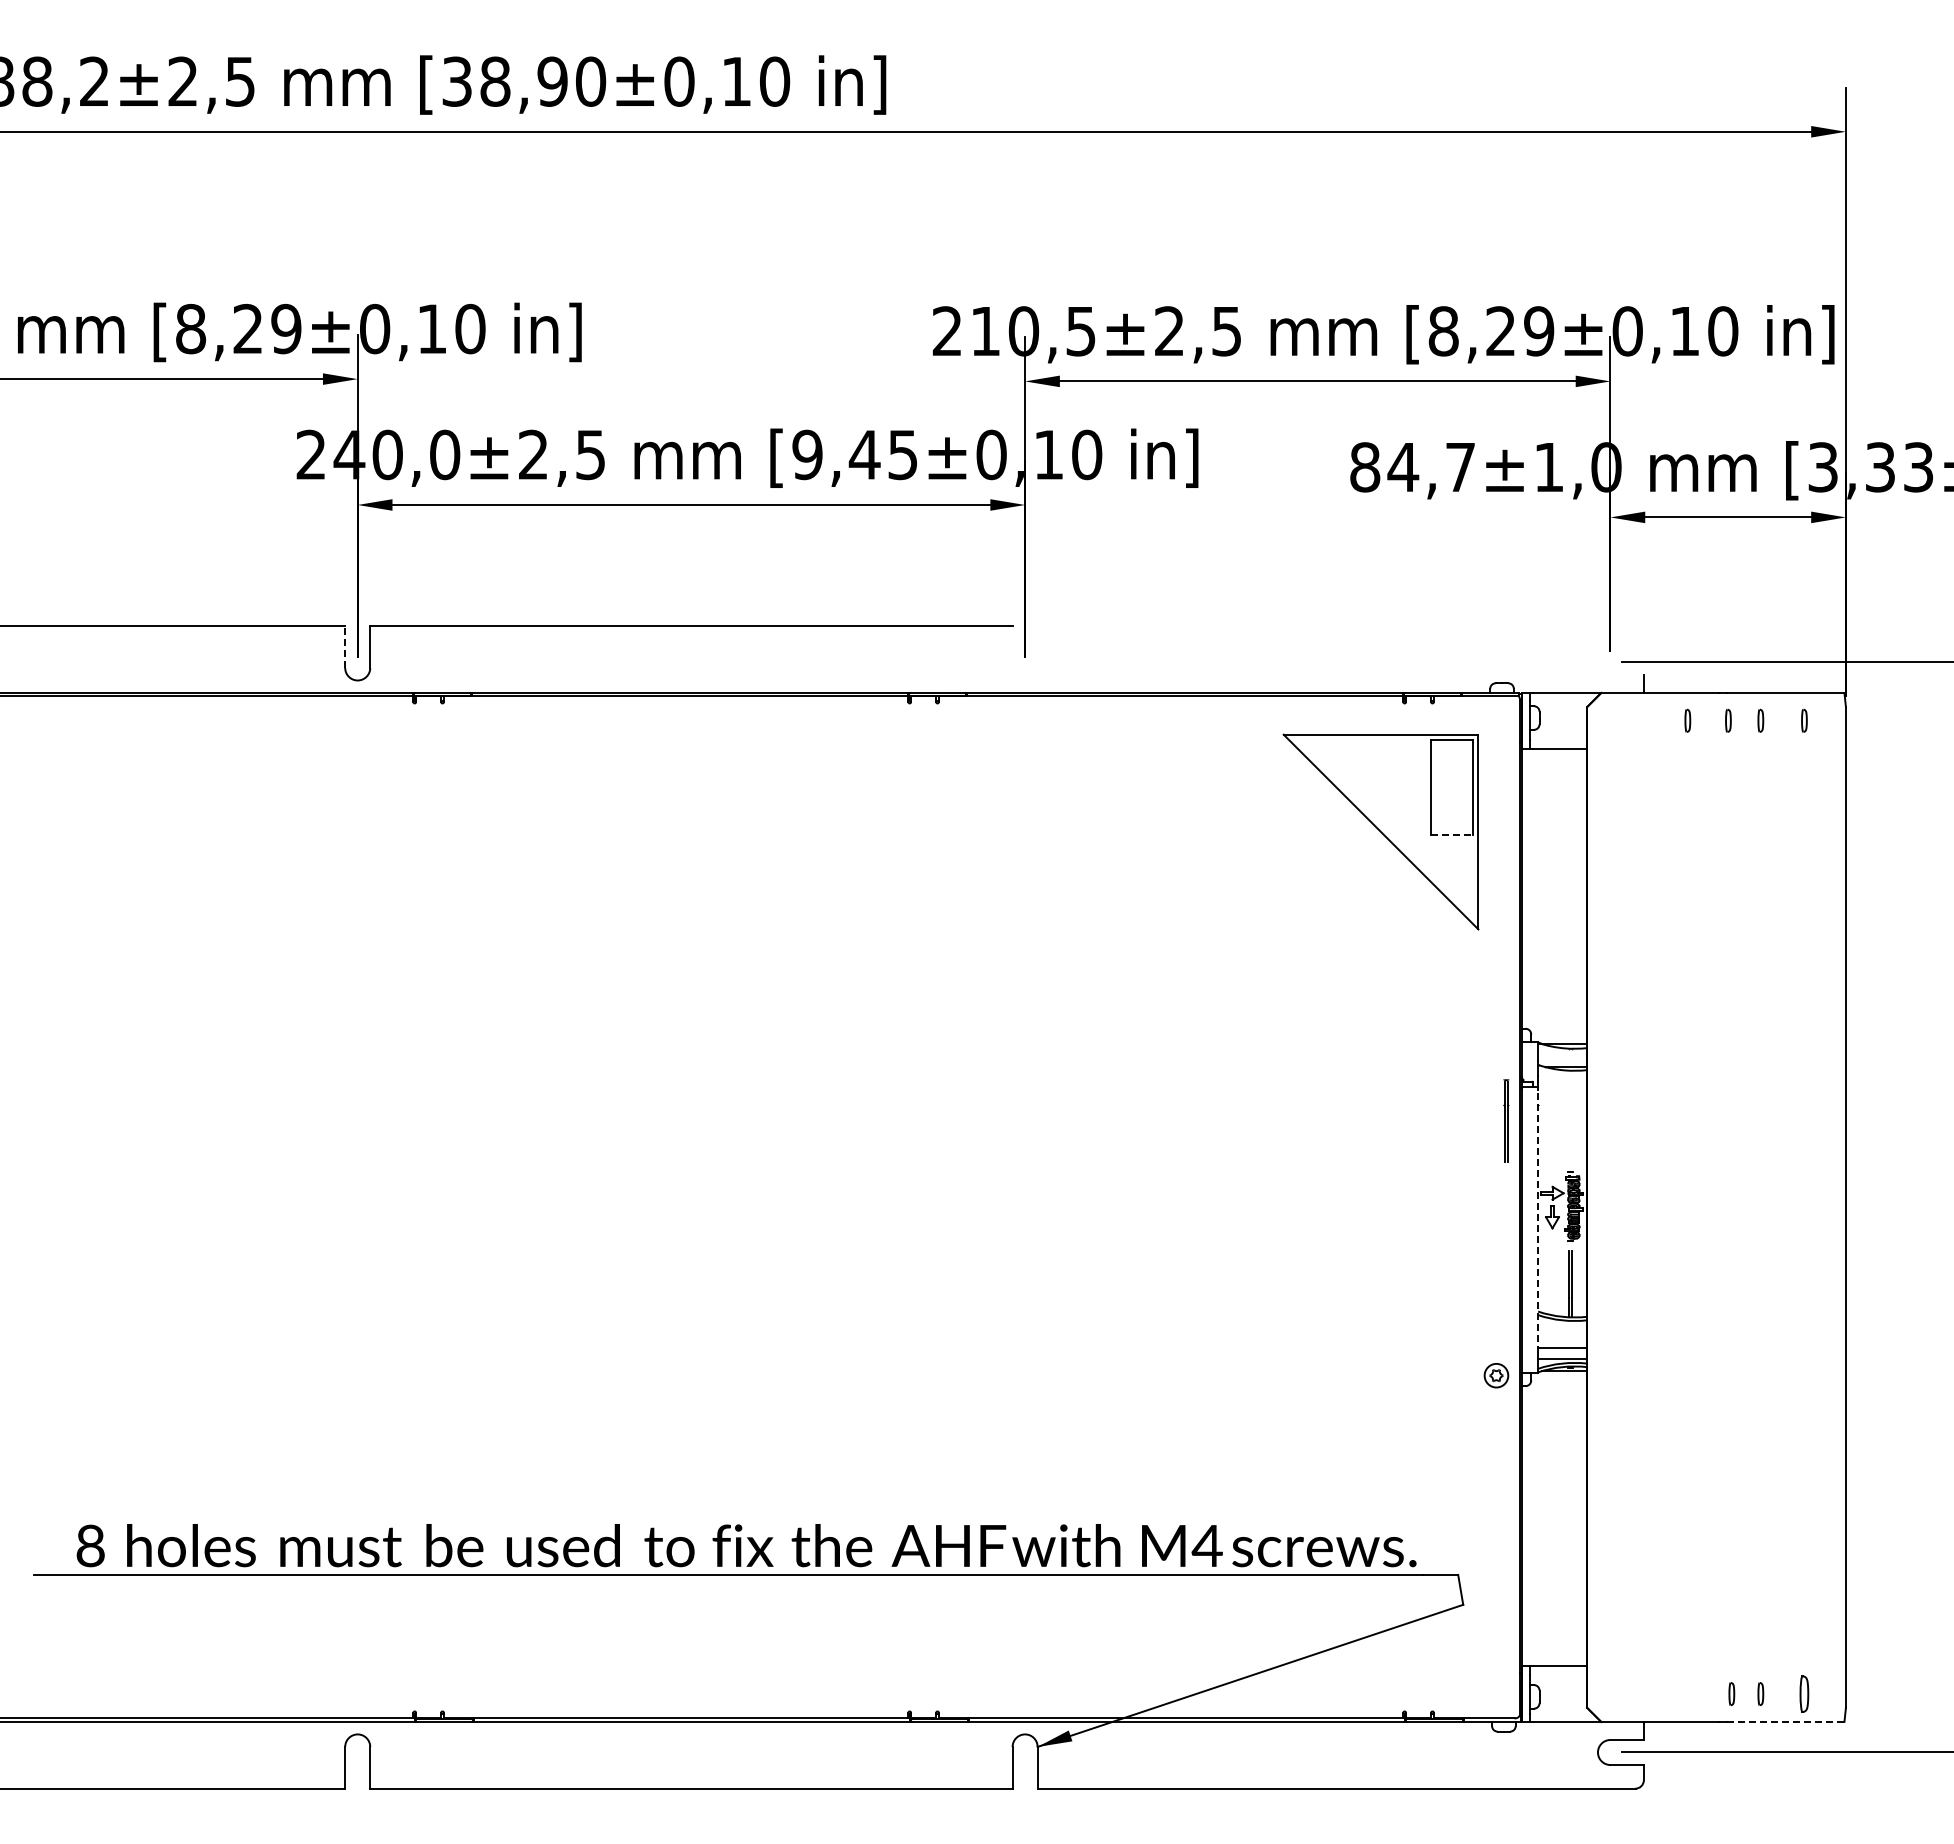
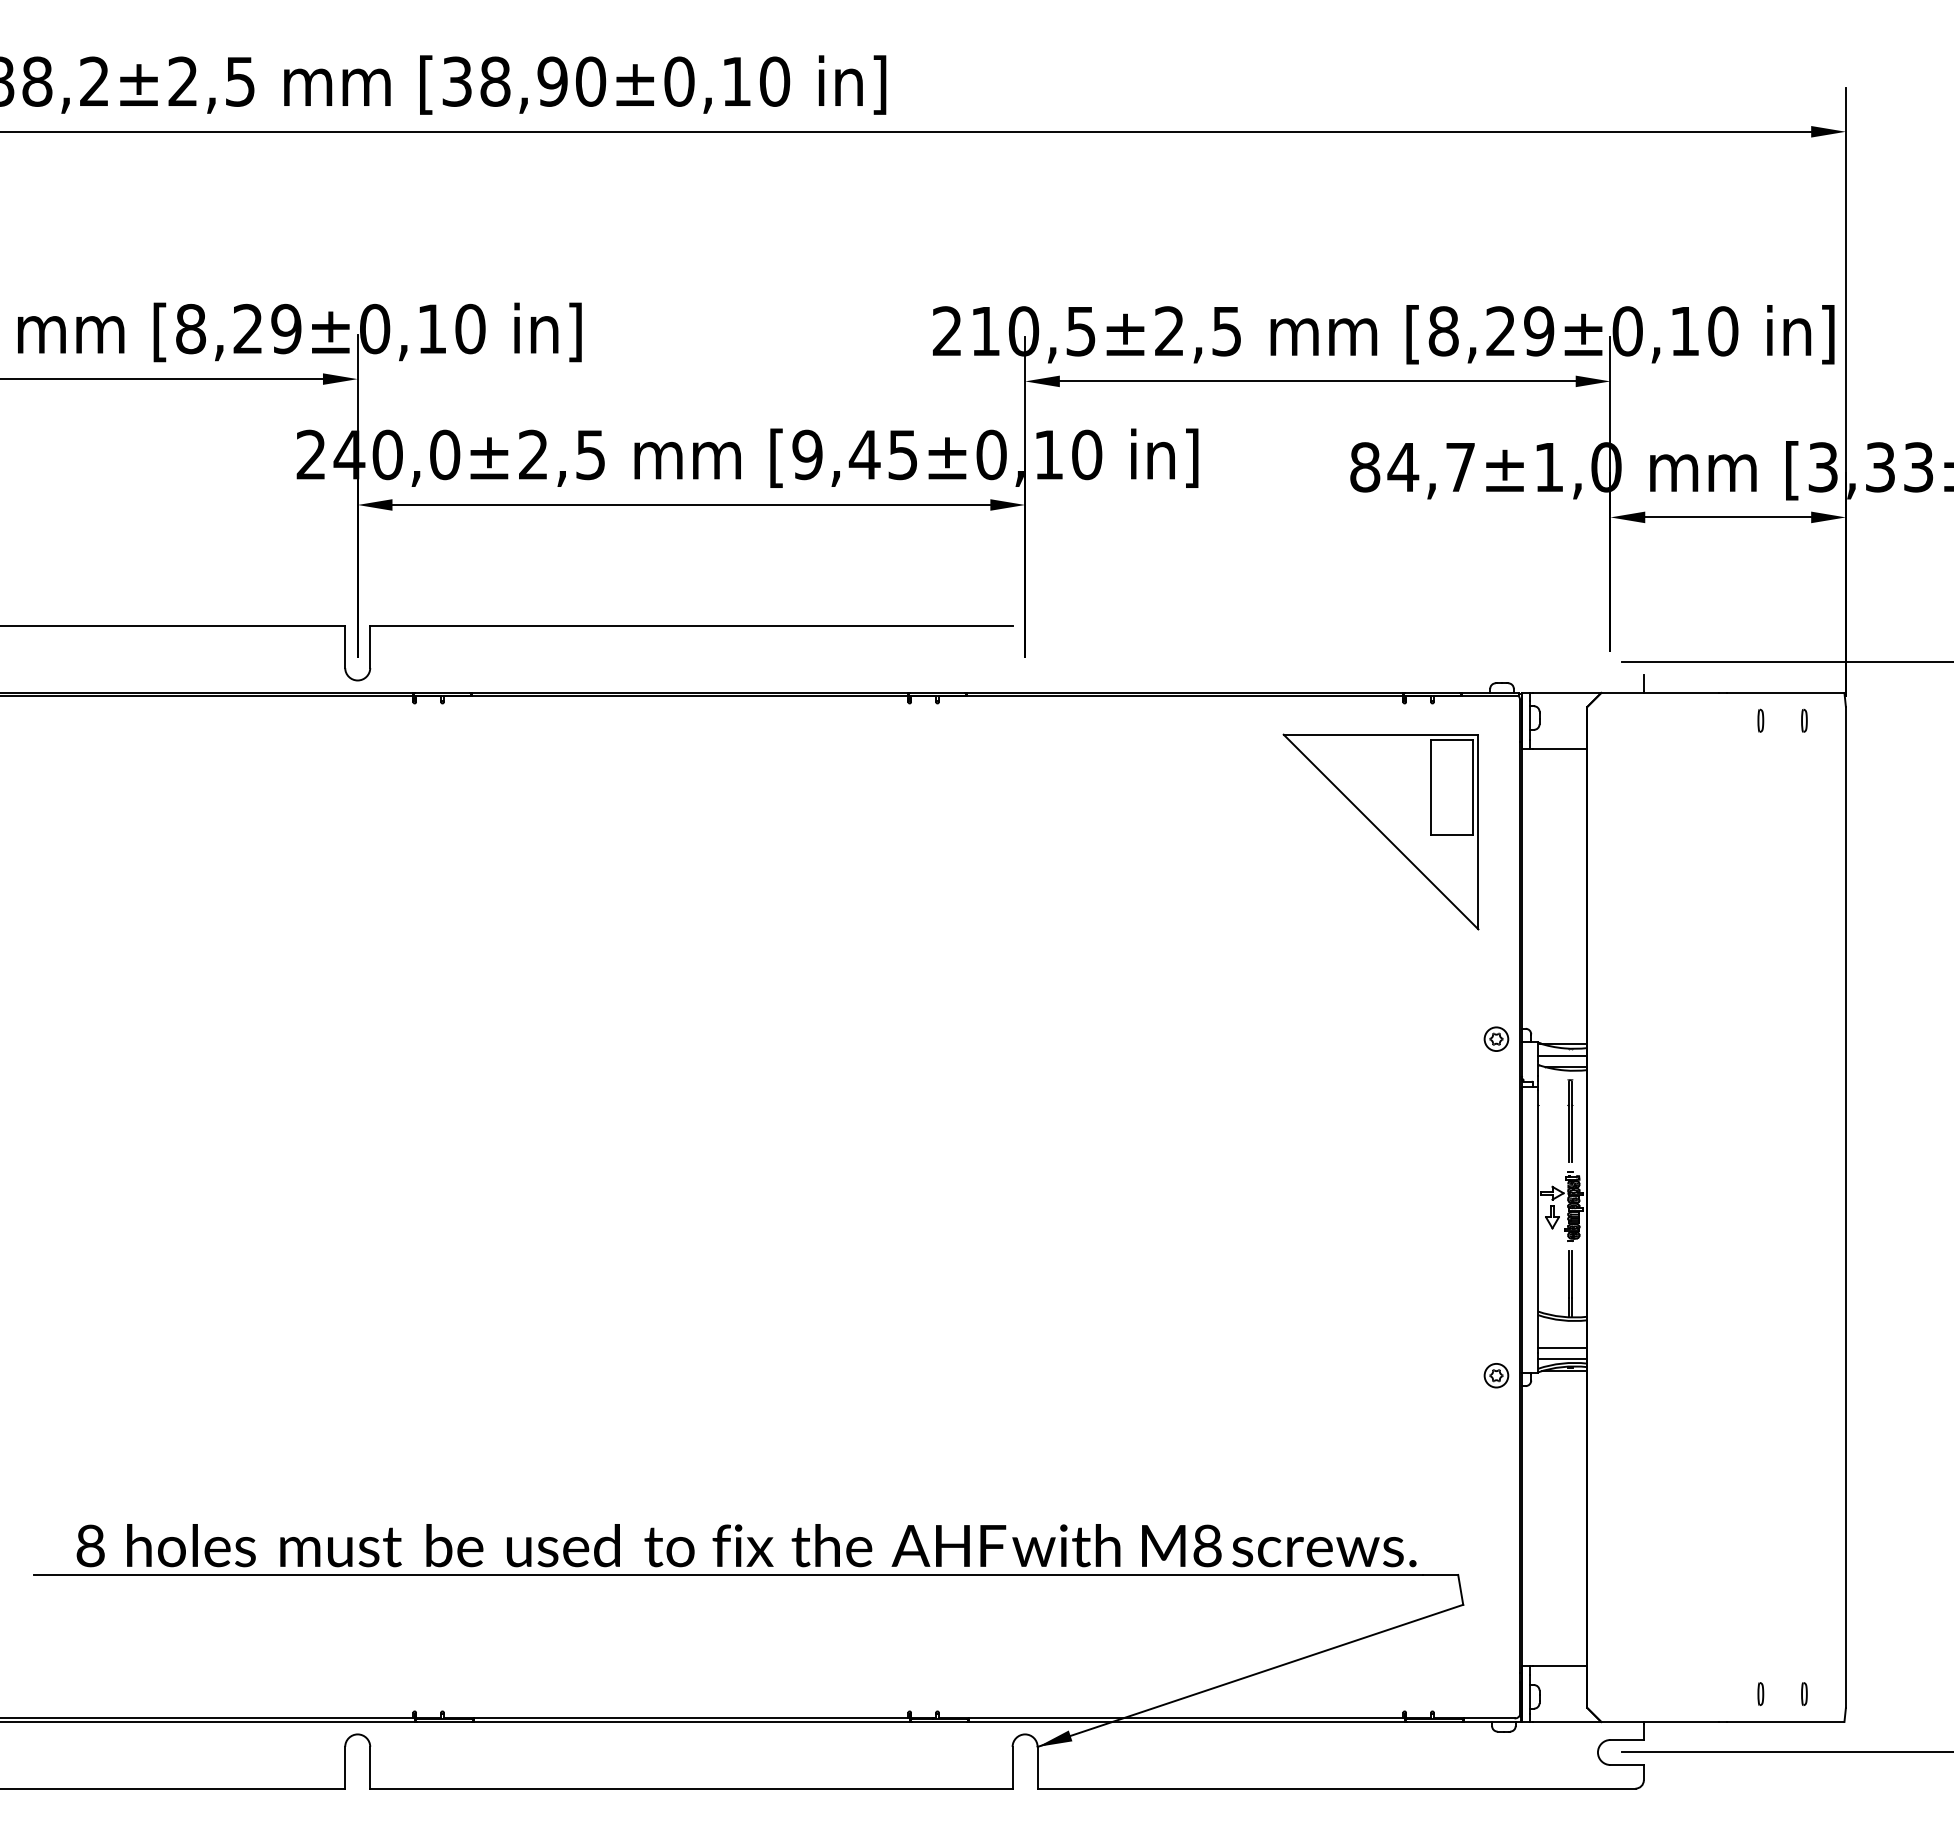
line at (345, 647): dashed -> solid
part at (1687, 720): present -> none
part at (1728, 720): present -> none
line at (1451, 834): dashed -> solid
part at (1496, 1038): none -> present
line at (1562, 1056): none -> present
part at (1506, 1120) position: (1506, 1120) -> (1570, 1120)
line at (1538, 1221): dashed -> solid
text at (1206, 1545): M4 -> M8
part at (1804, 1693) size: 11x38 px -> 7x24 px
part at (1731, 1694): present -> none
line at (1785, 1721): dashed -> solid
